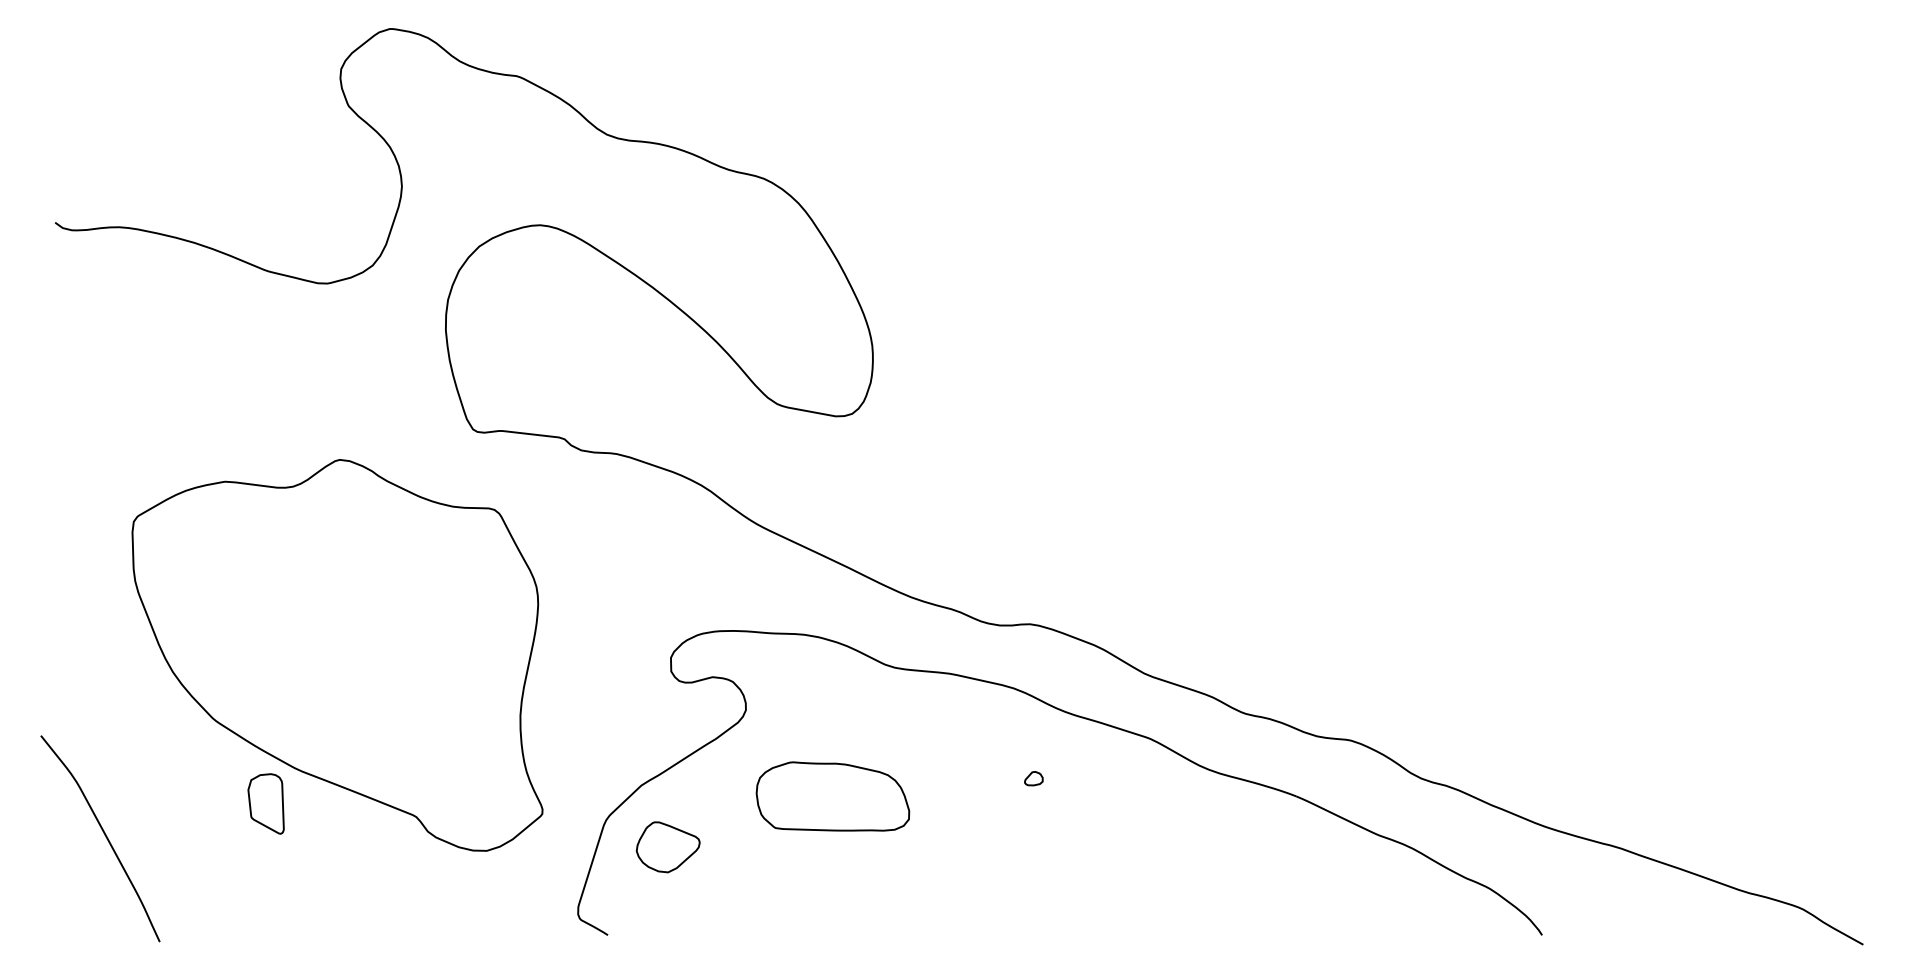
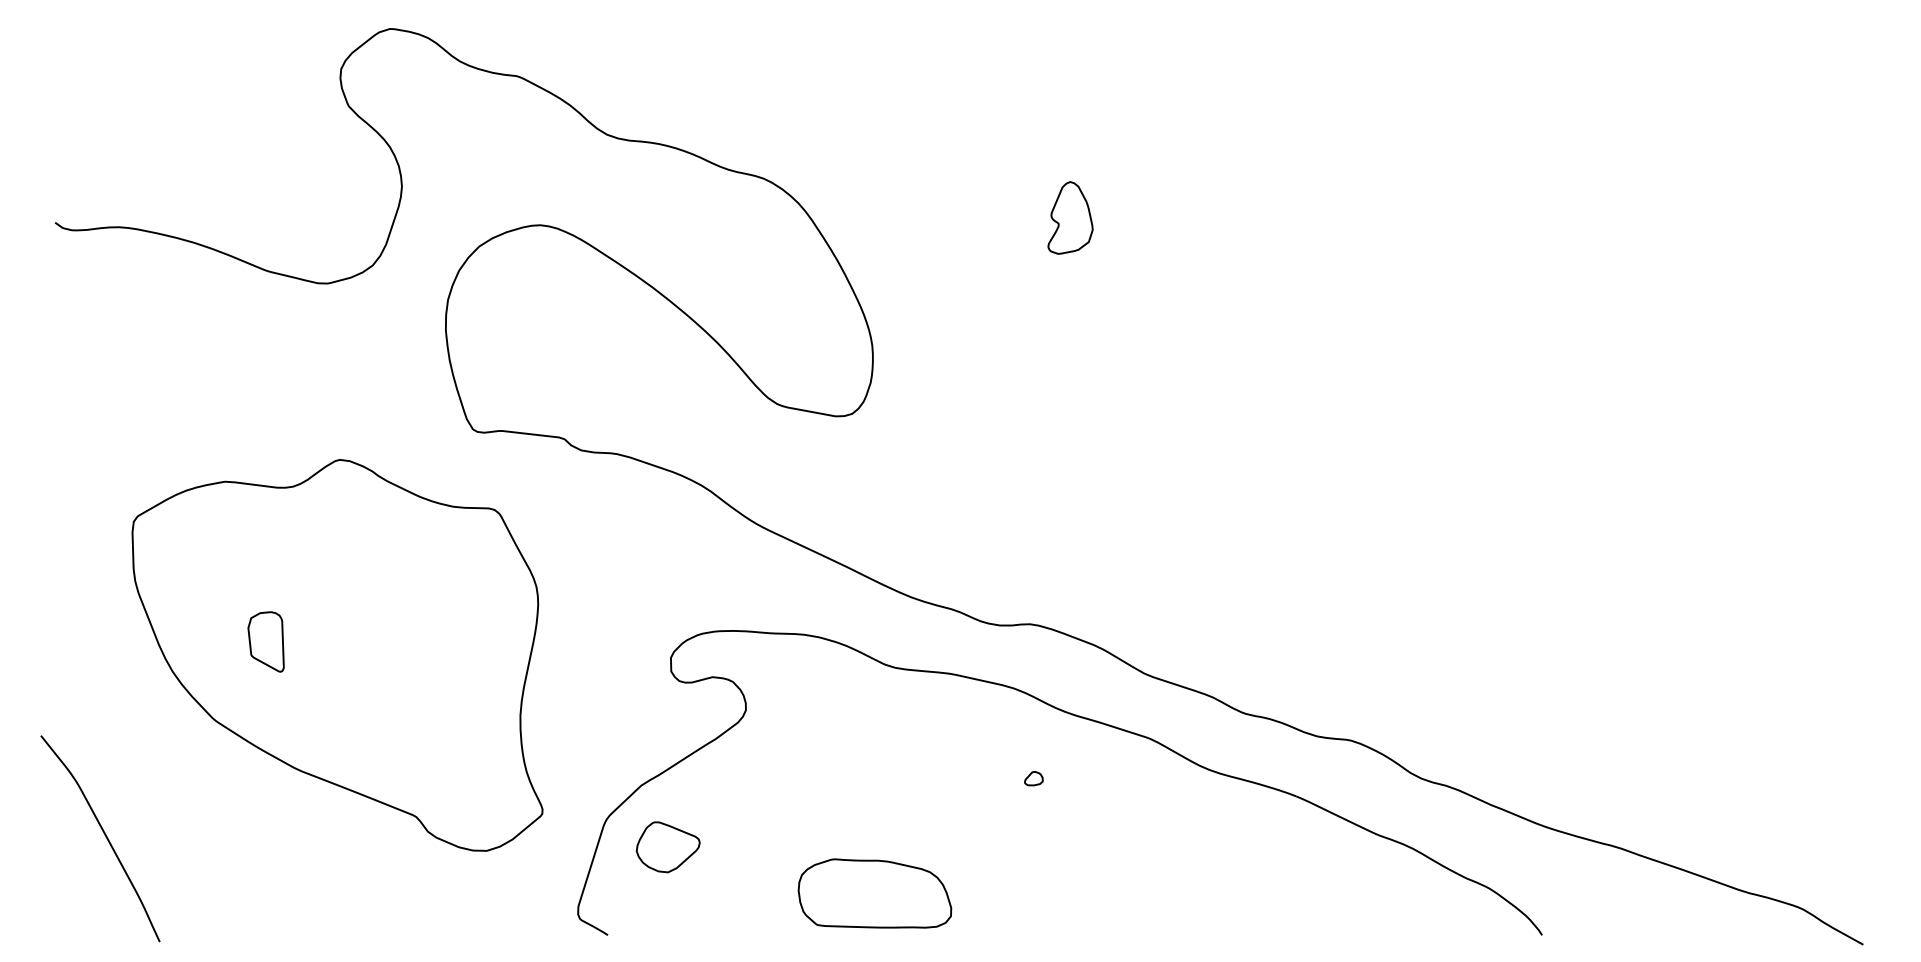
part at (1070, 217): none -> present
part at (832, 796) position: (832, 796) -> (874, 893)
part at (265, 803) position: (265, 803) -> (265, 641)
